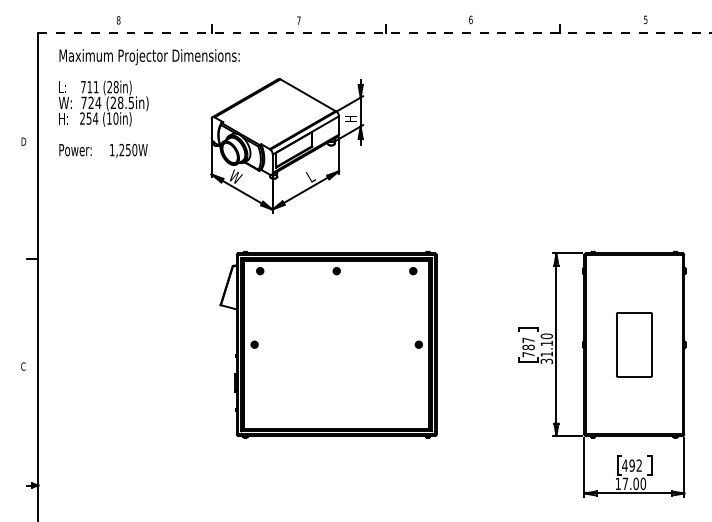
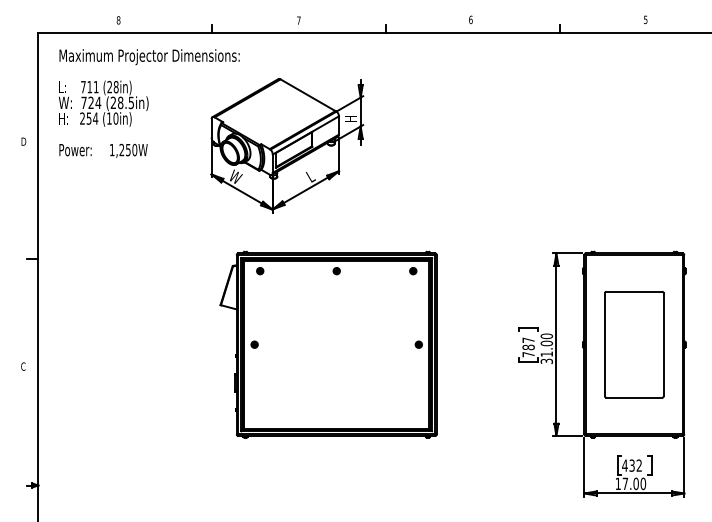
line at (375, 32): dashed -> solid
text at (546, 343): 31.10 -> 31.00
part at (634, 344) size: 37x66 px -> 61x108 px
text at (631, 465): 492 -> 432
